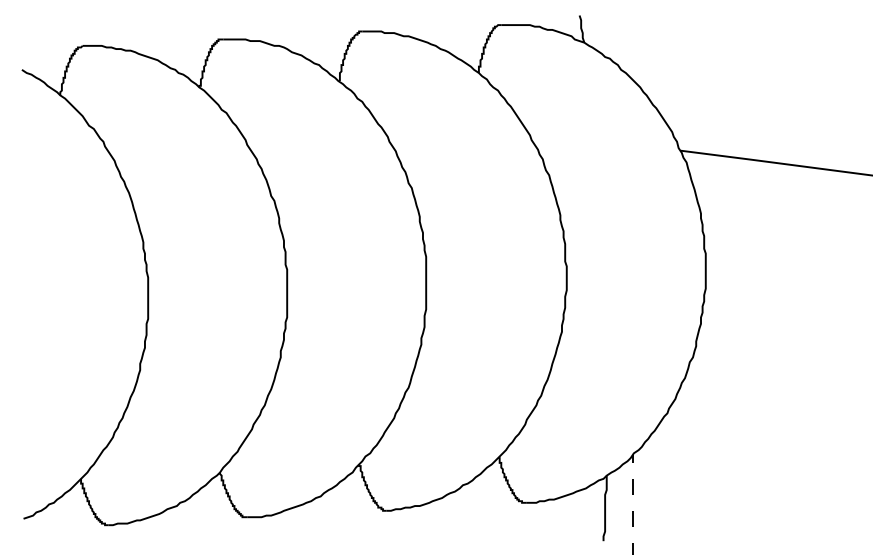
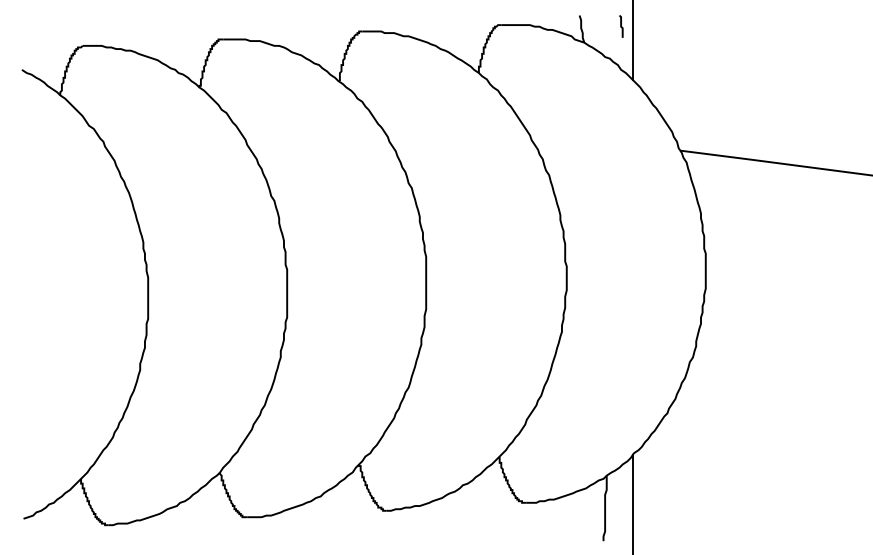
line at (621, 26): none -> present
line at (633, 41): none -> present
line at (633, 504): dashed -> solid
